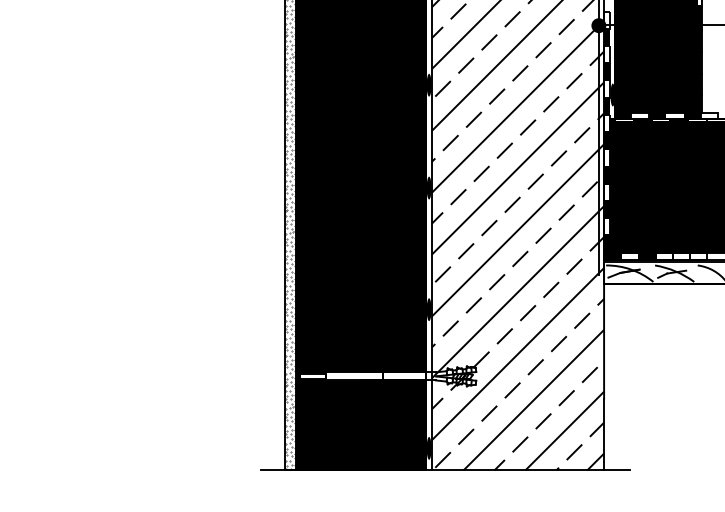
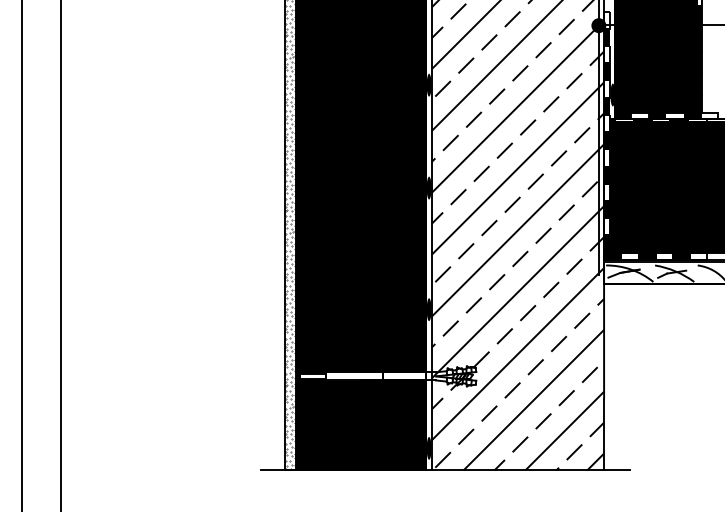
line at (21, 255): none -> present
line at (61, 255): none -> present
fill at (681, 256): none -> present
